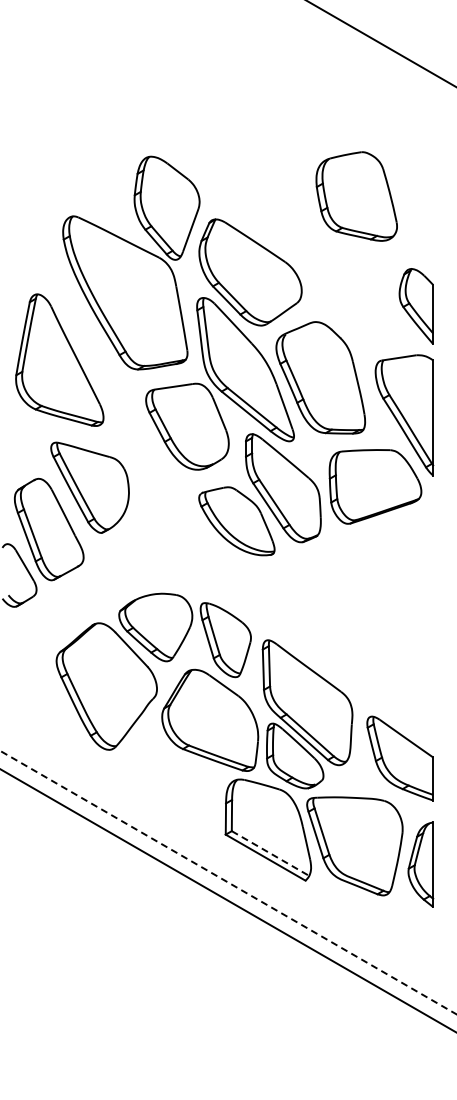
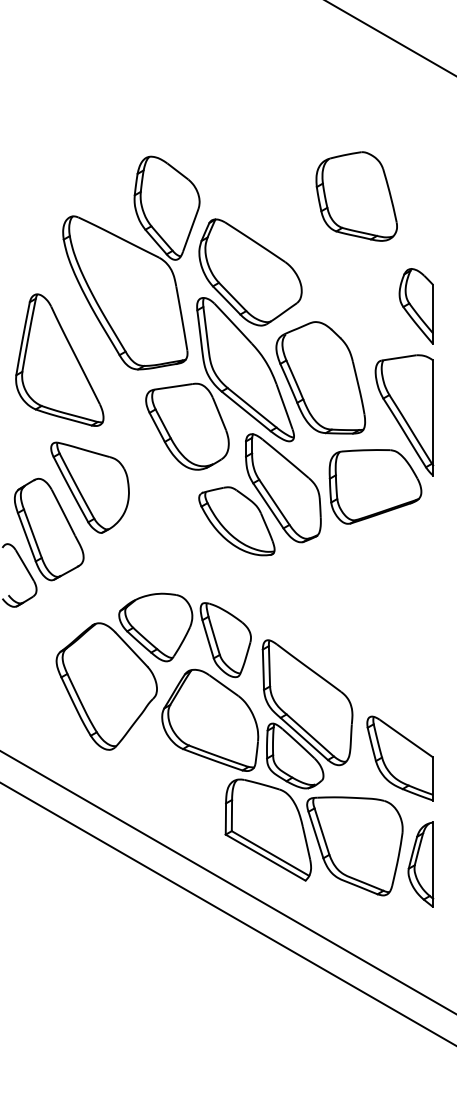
line at (380, 43) position: (380, 43) -> (390, 38)
line at (270, 853): dashed -> solid
line at (229, 883): dashed -> solid
line at (227, 900) position: (227, 900) -> (227, 913)
